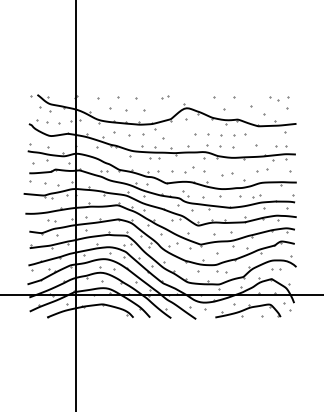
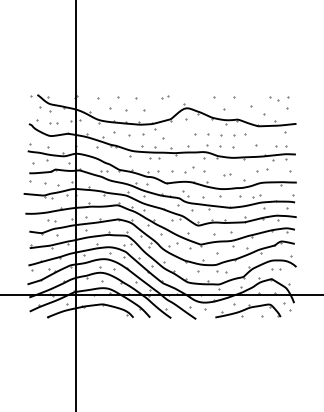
part at (53, 122) size: 15x4 px -> 10x3 px
part at (227, 174) size: 13x5 px -> 9x4 px
